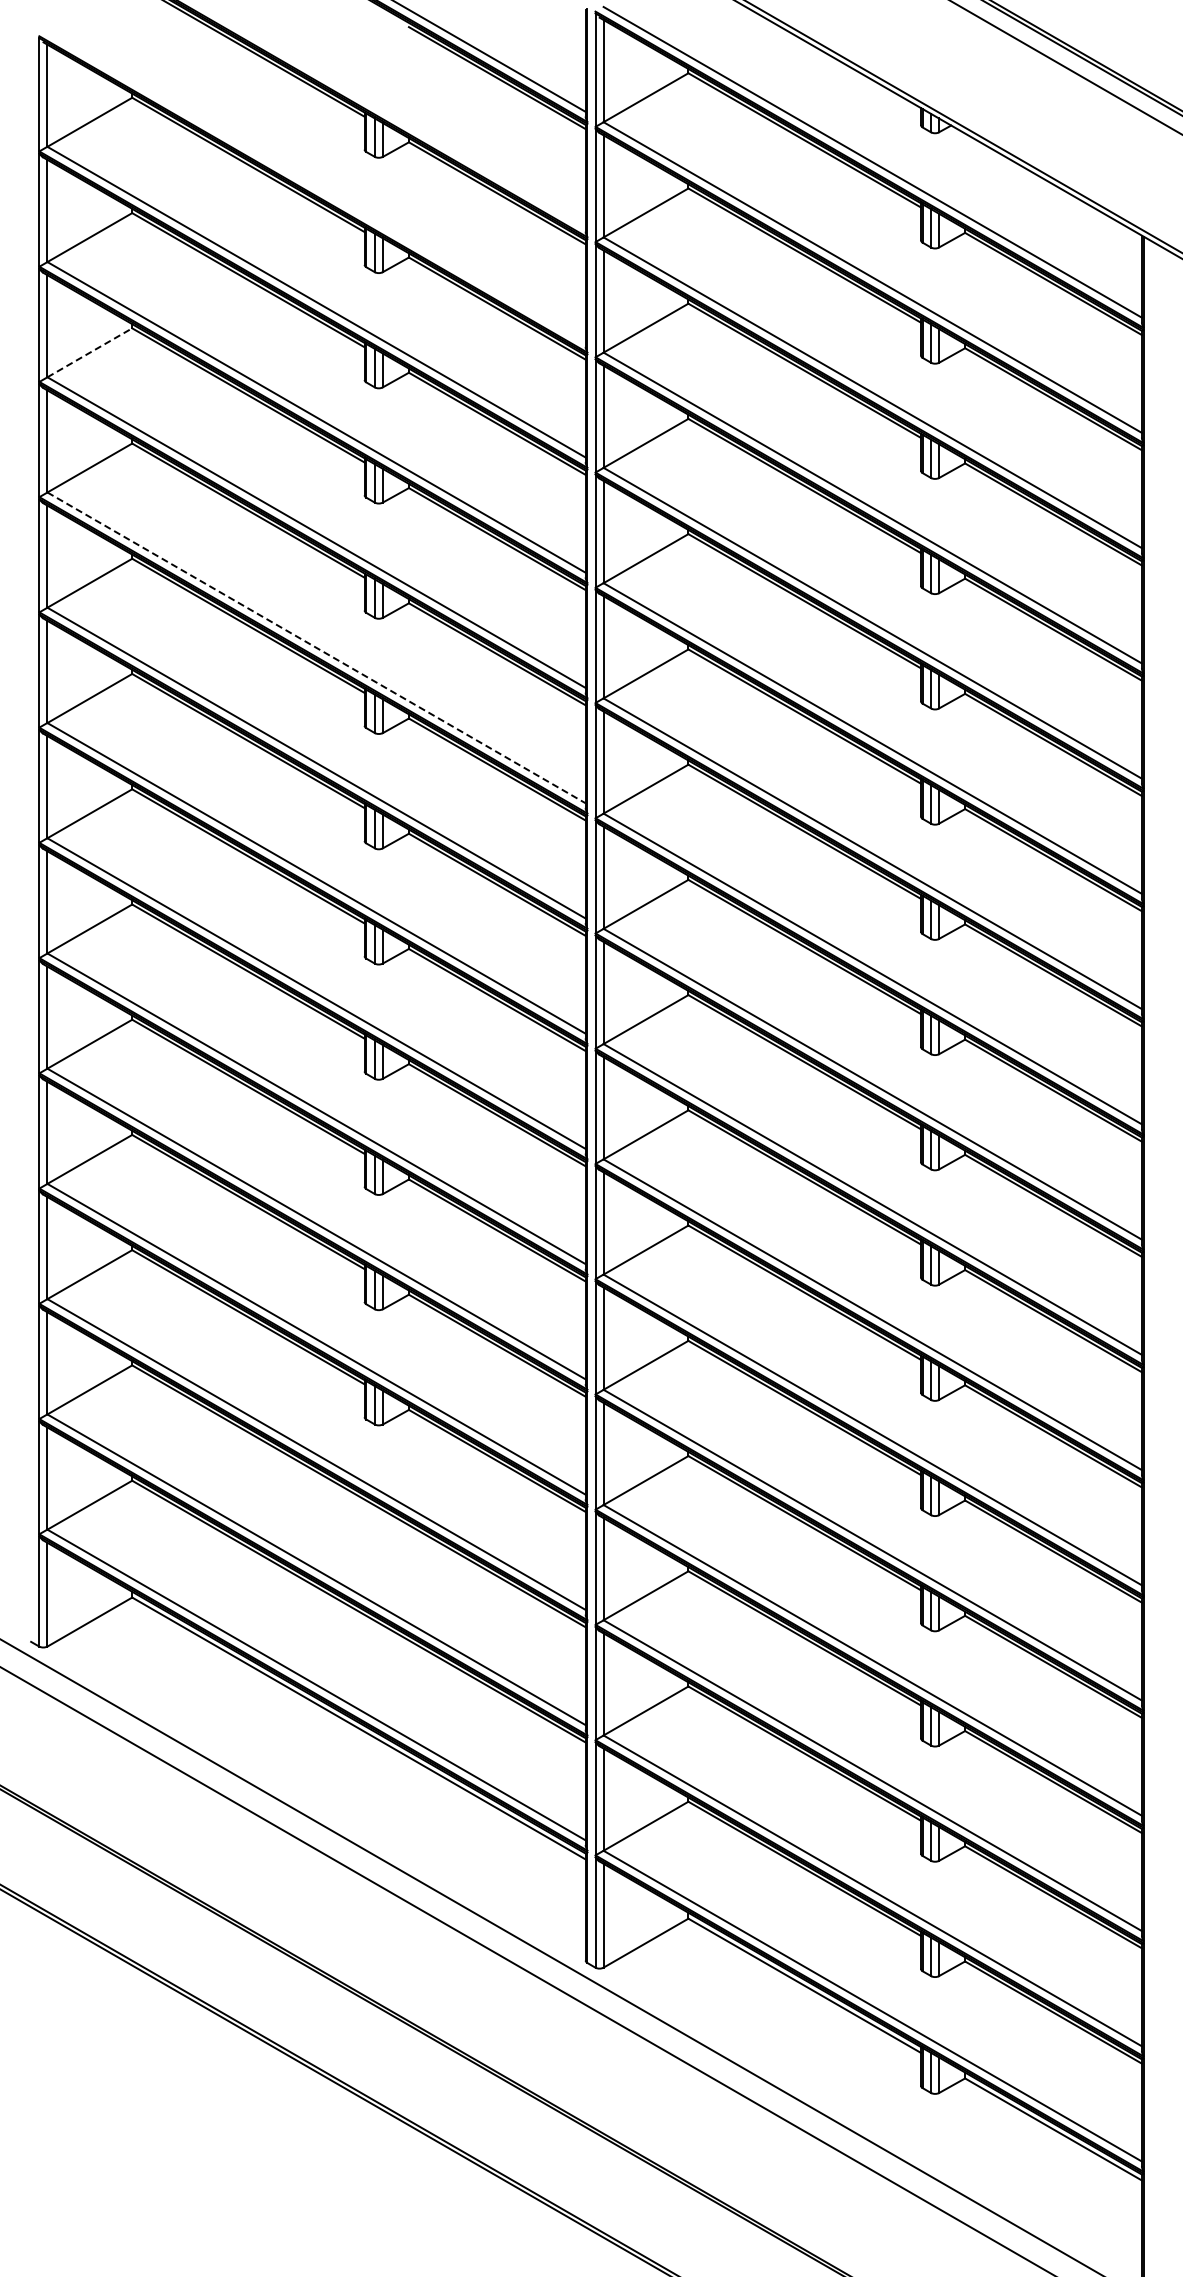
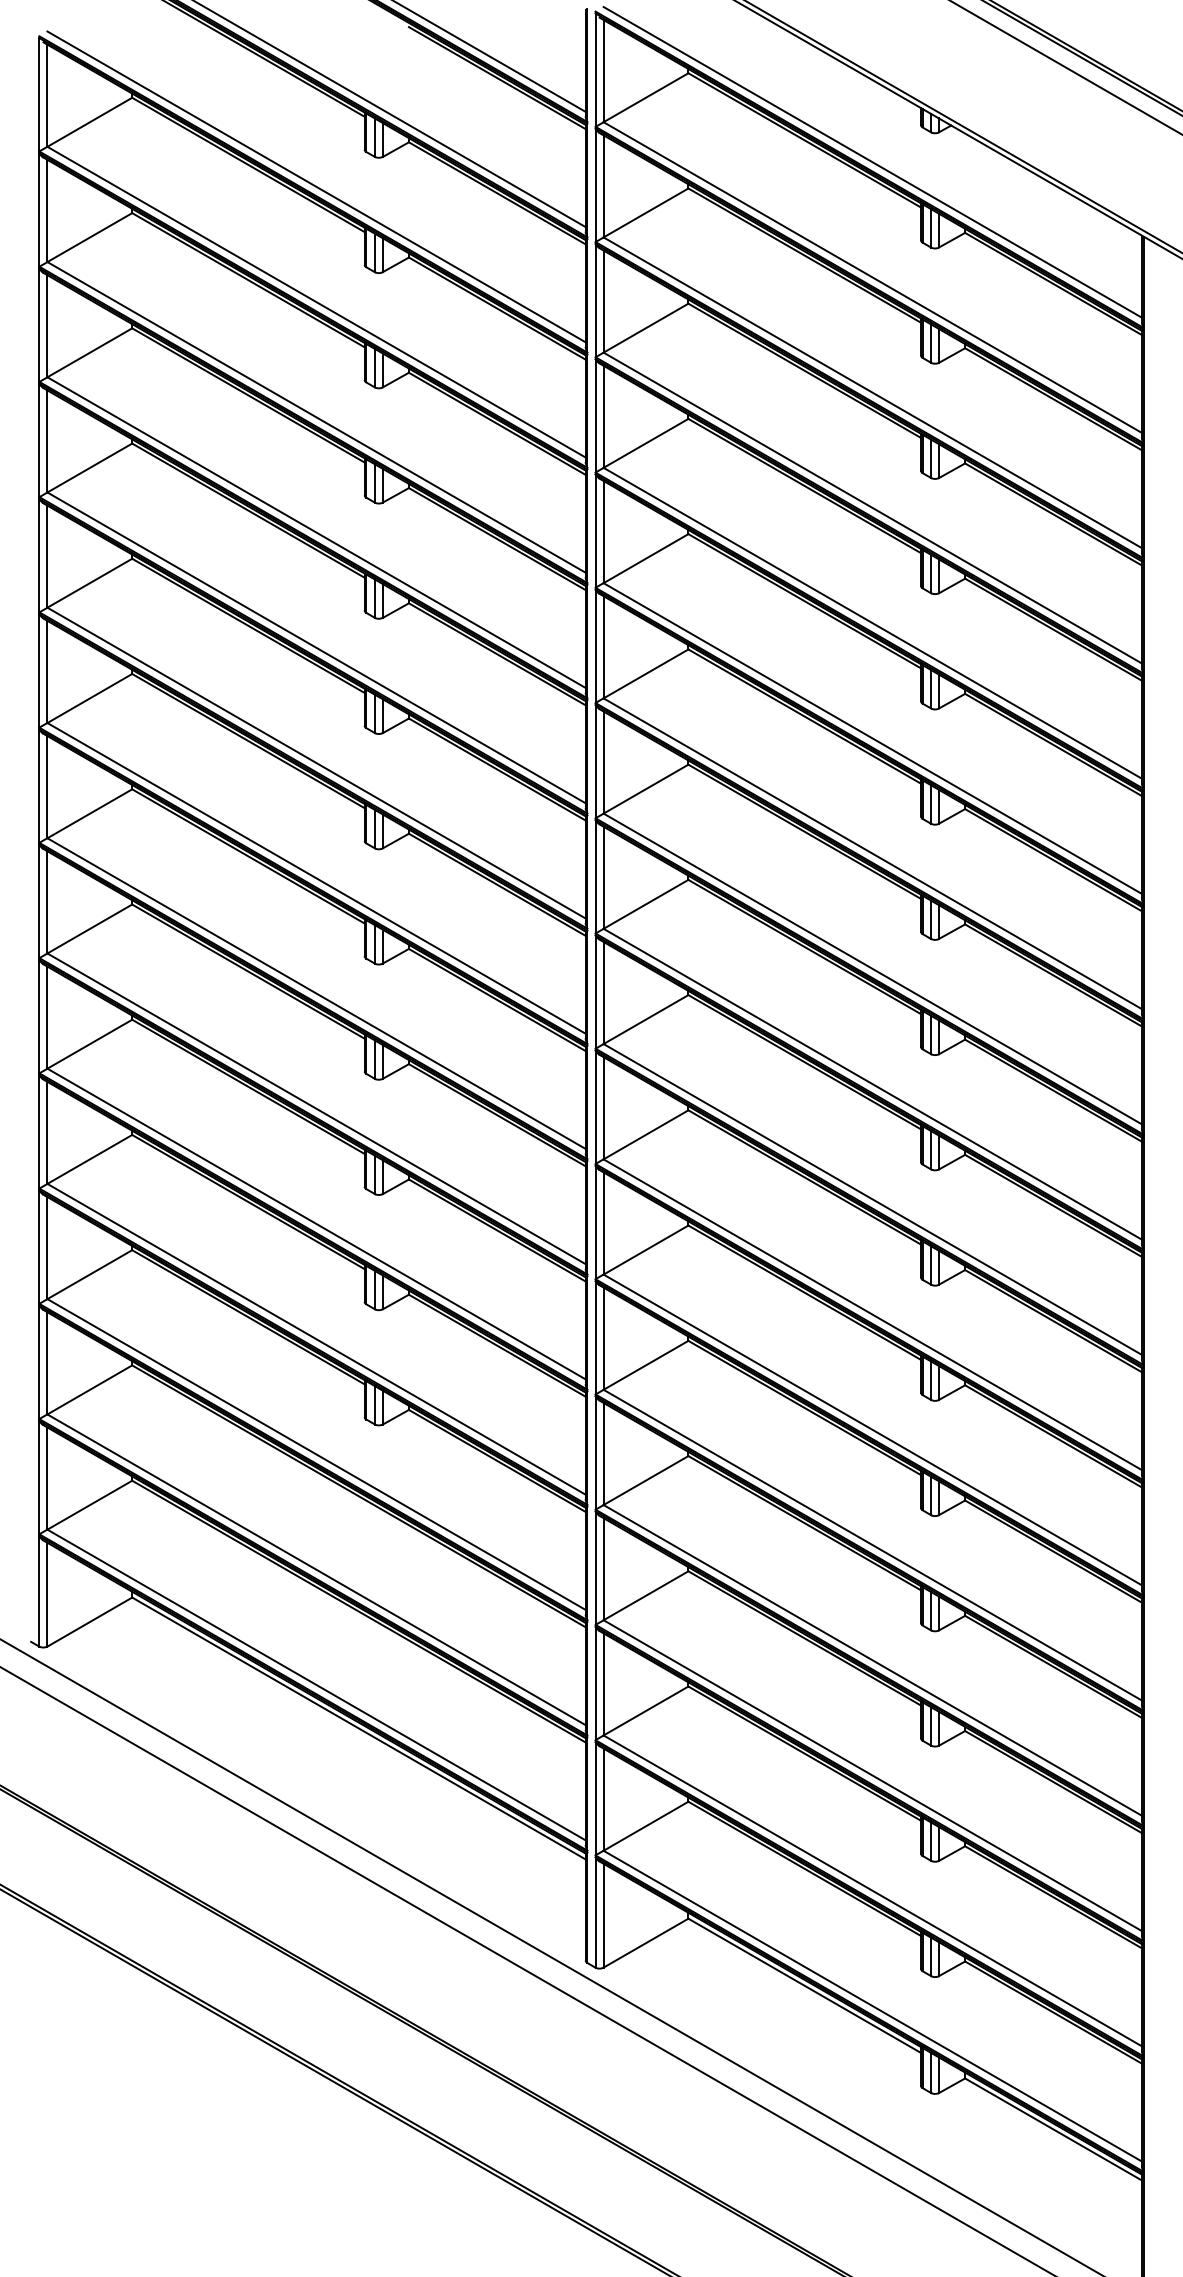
line at (390, 114): none -> present
line at (316, 186): none -> present
line at (89, 352): dashed -> solid
line at (316, 647): dashed -> solid
